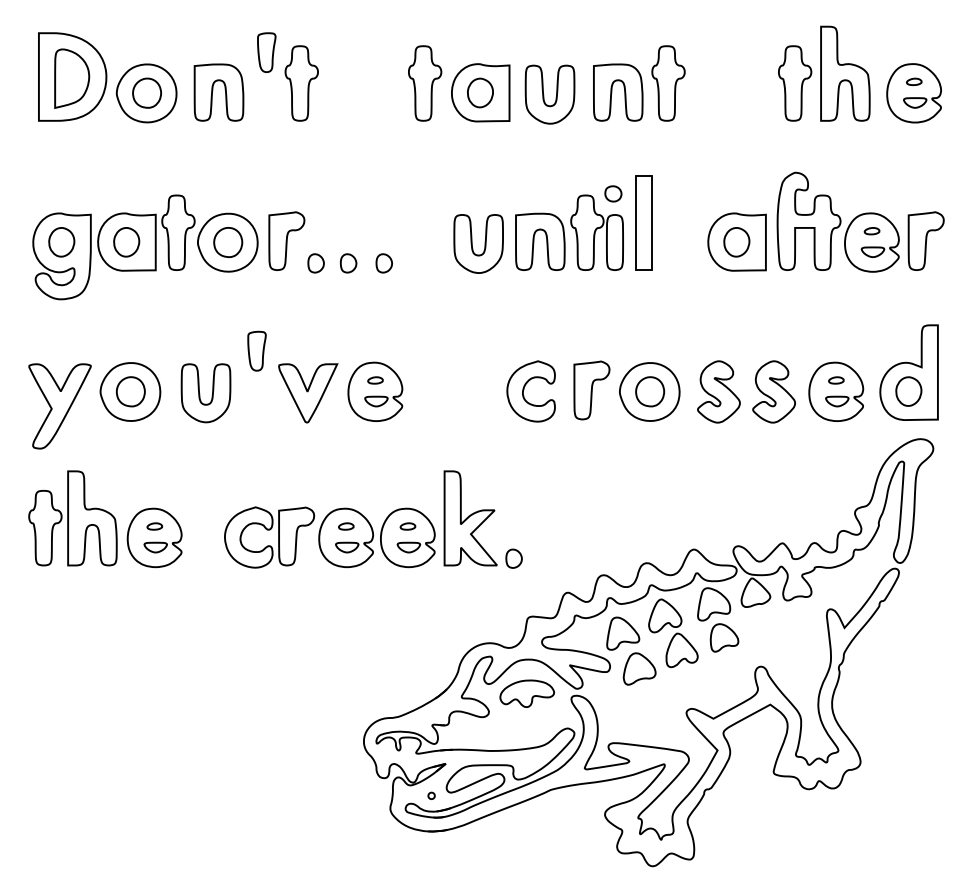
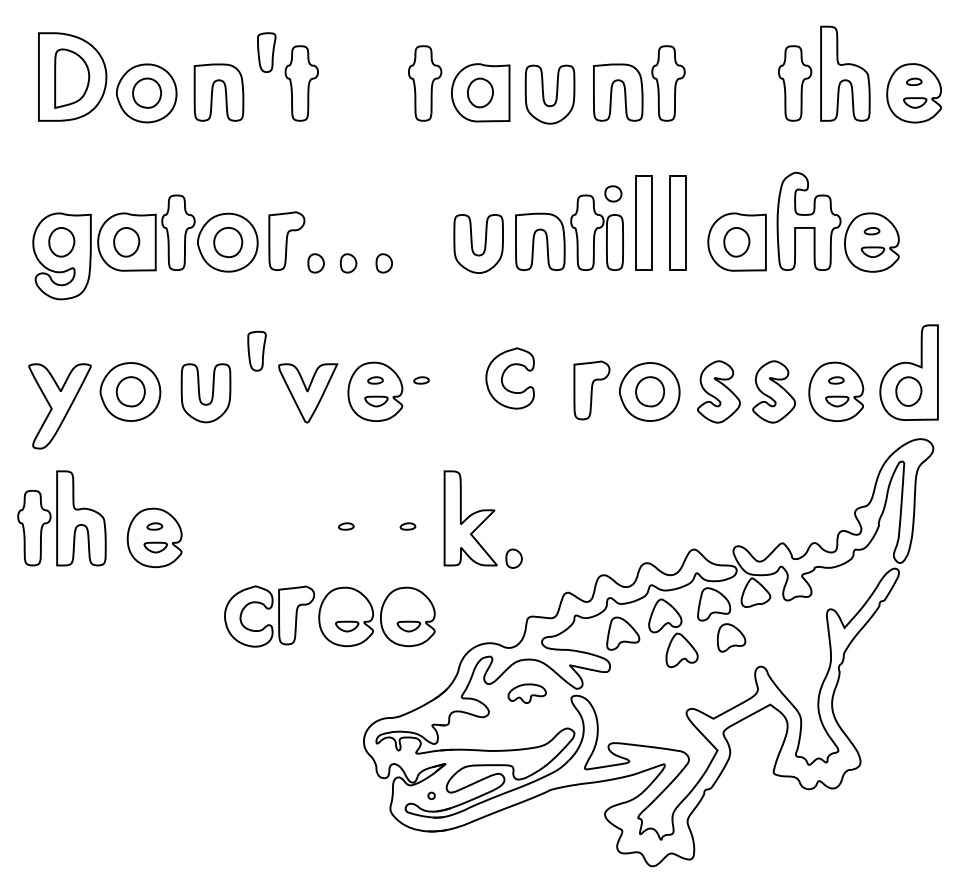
part at (677, 222): none -> present
part at (925, 240): present -> none
part at (421, 380): none -> present
part at (524, 390) position: (524, 390) -> (503, 377)
part at (72, 518) position: (72, 518) -> (61, 518)
part at (329, 537) position: (329, 537) -> (329, 616)
part at (724, 637) position: (724, 637) -> (731, 637)
part at (639, 668): present -> none
part at (527, 693) size: 57x29 px -> 40x21 px
